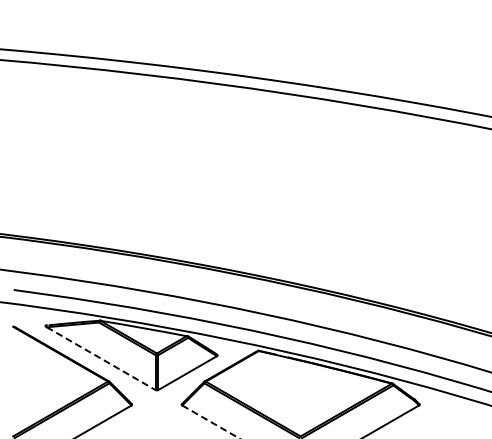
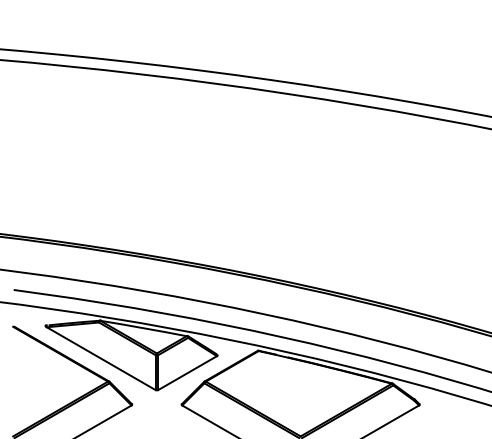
line at (101, 358): dashed -> solid
line at (211, 422): dashed -> solid
